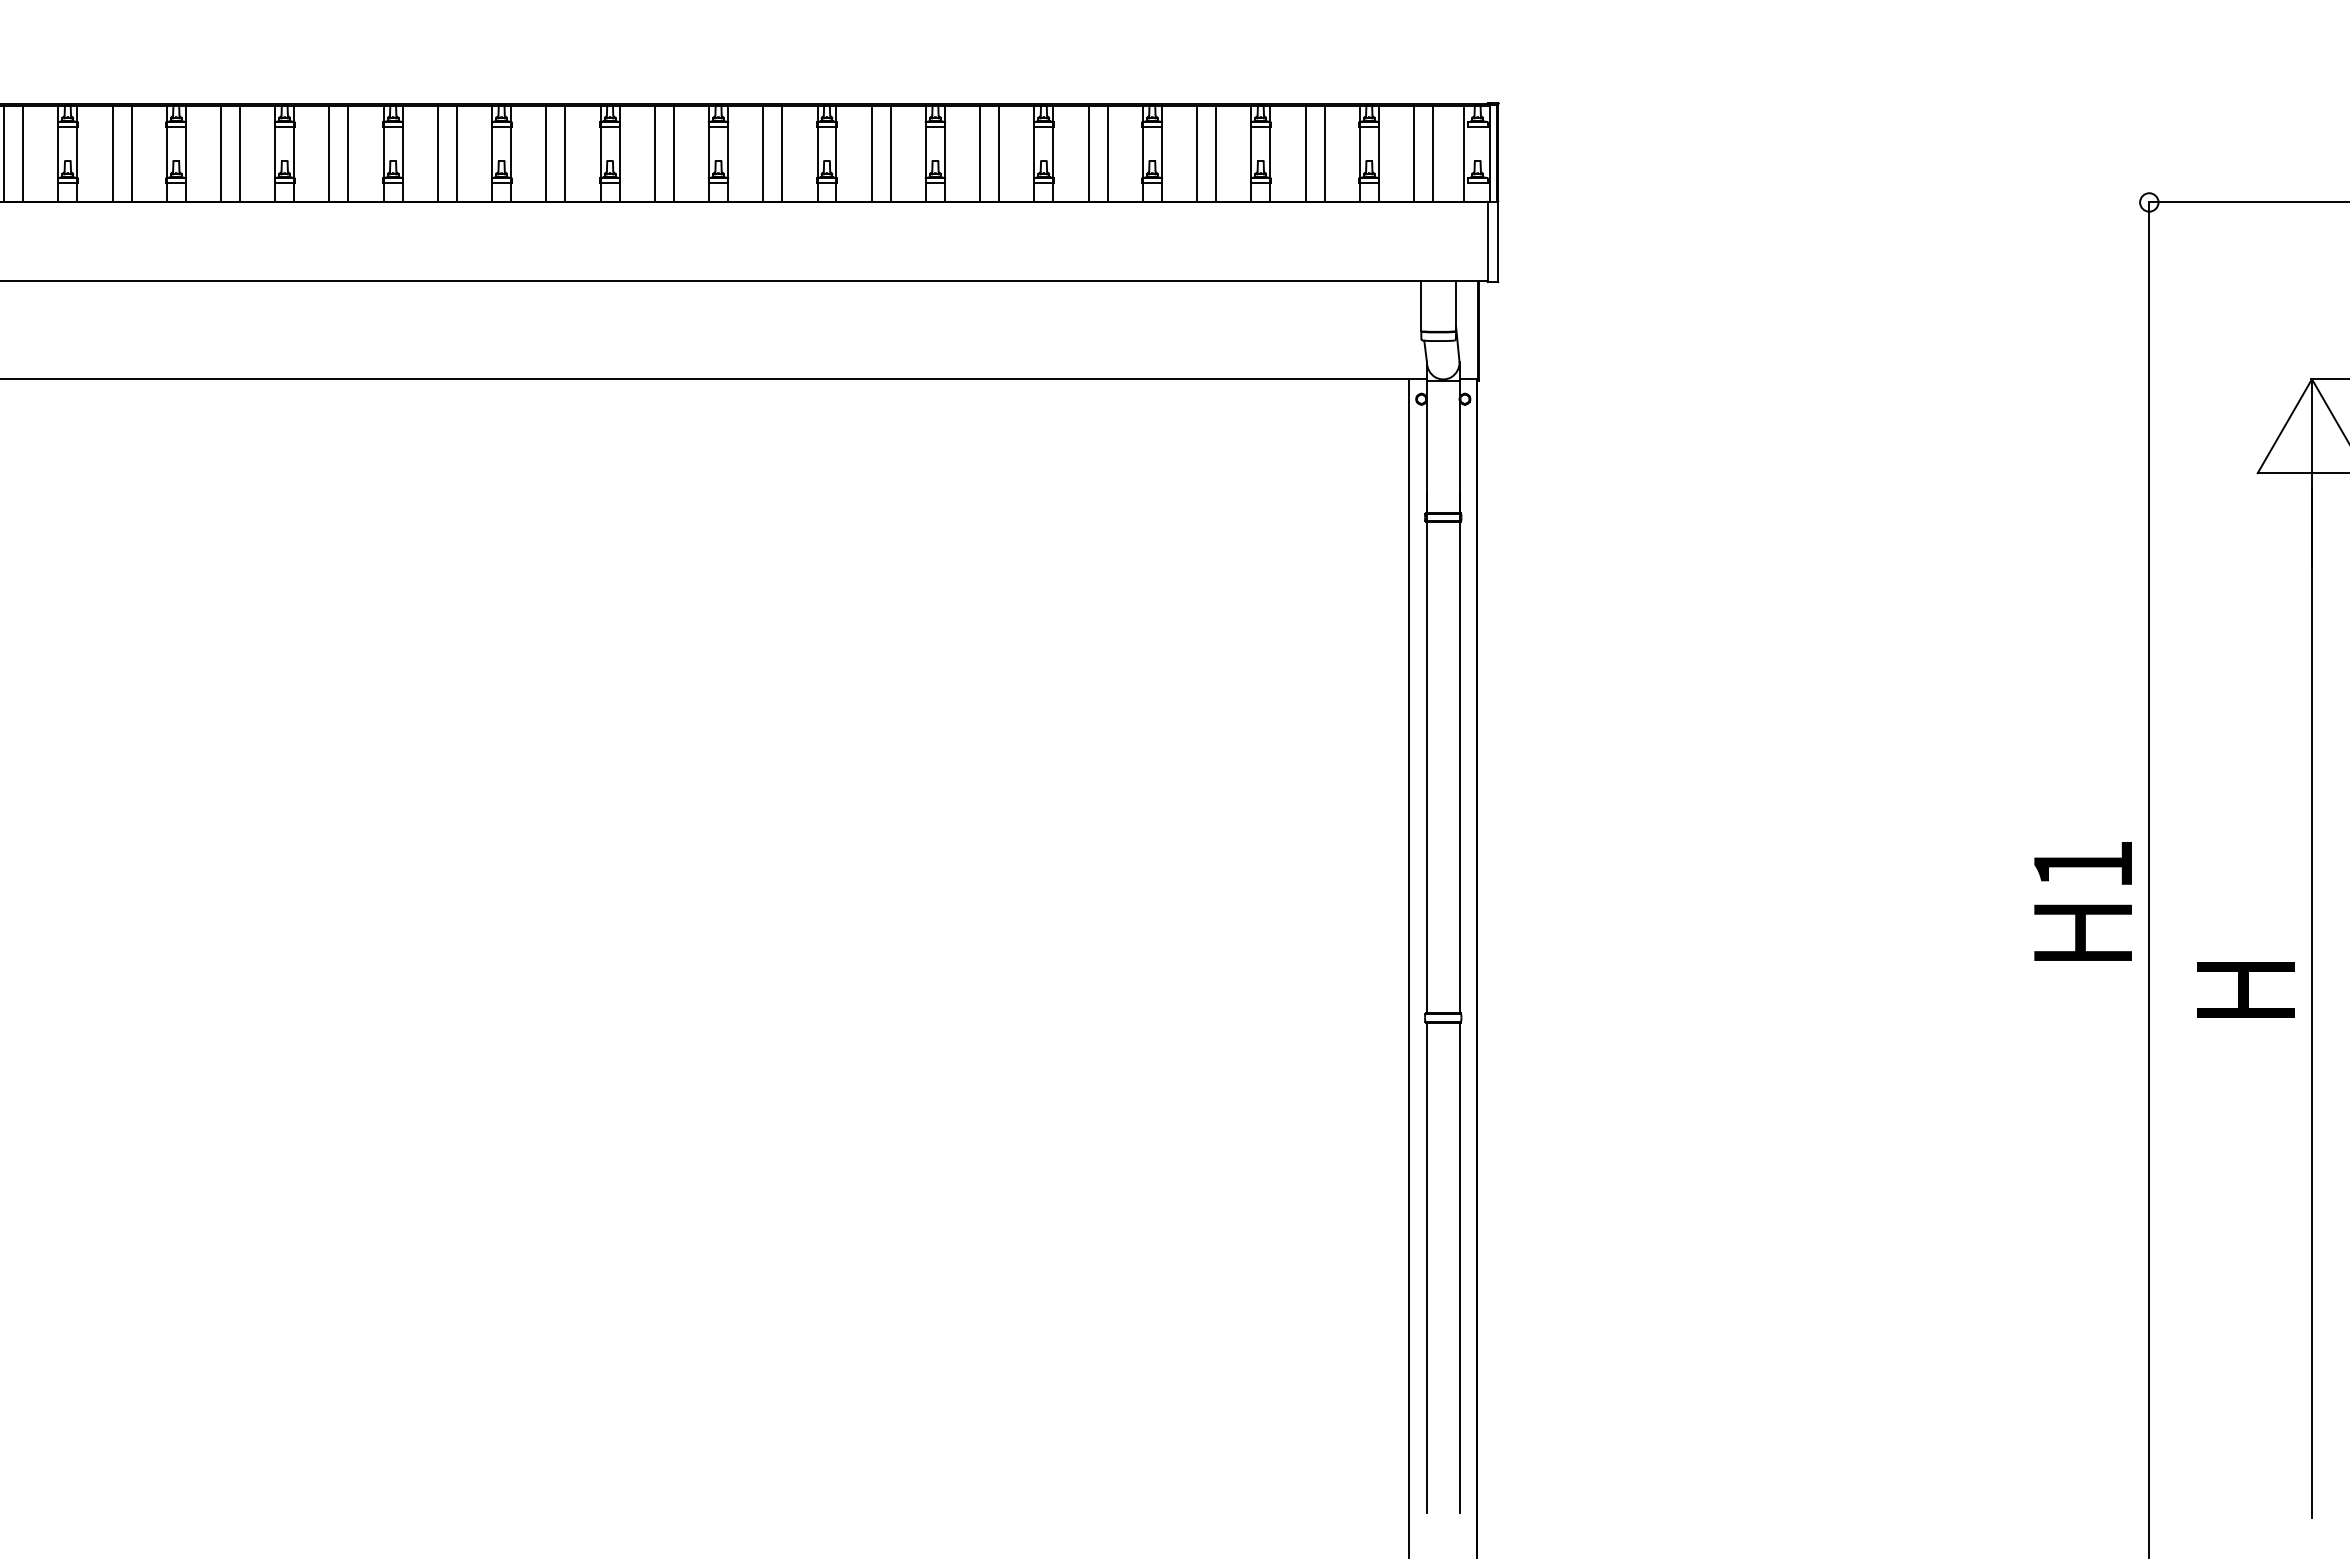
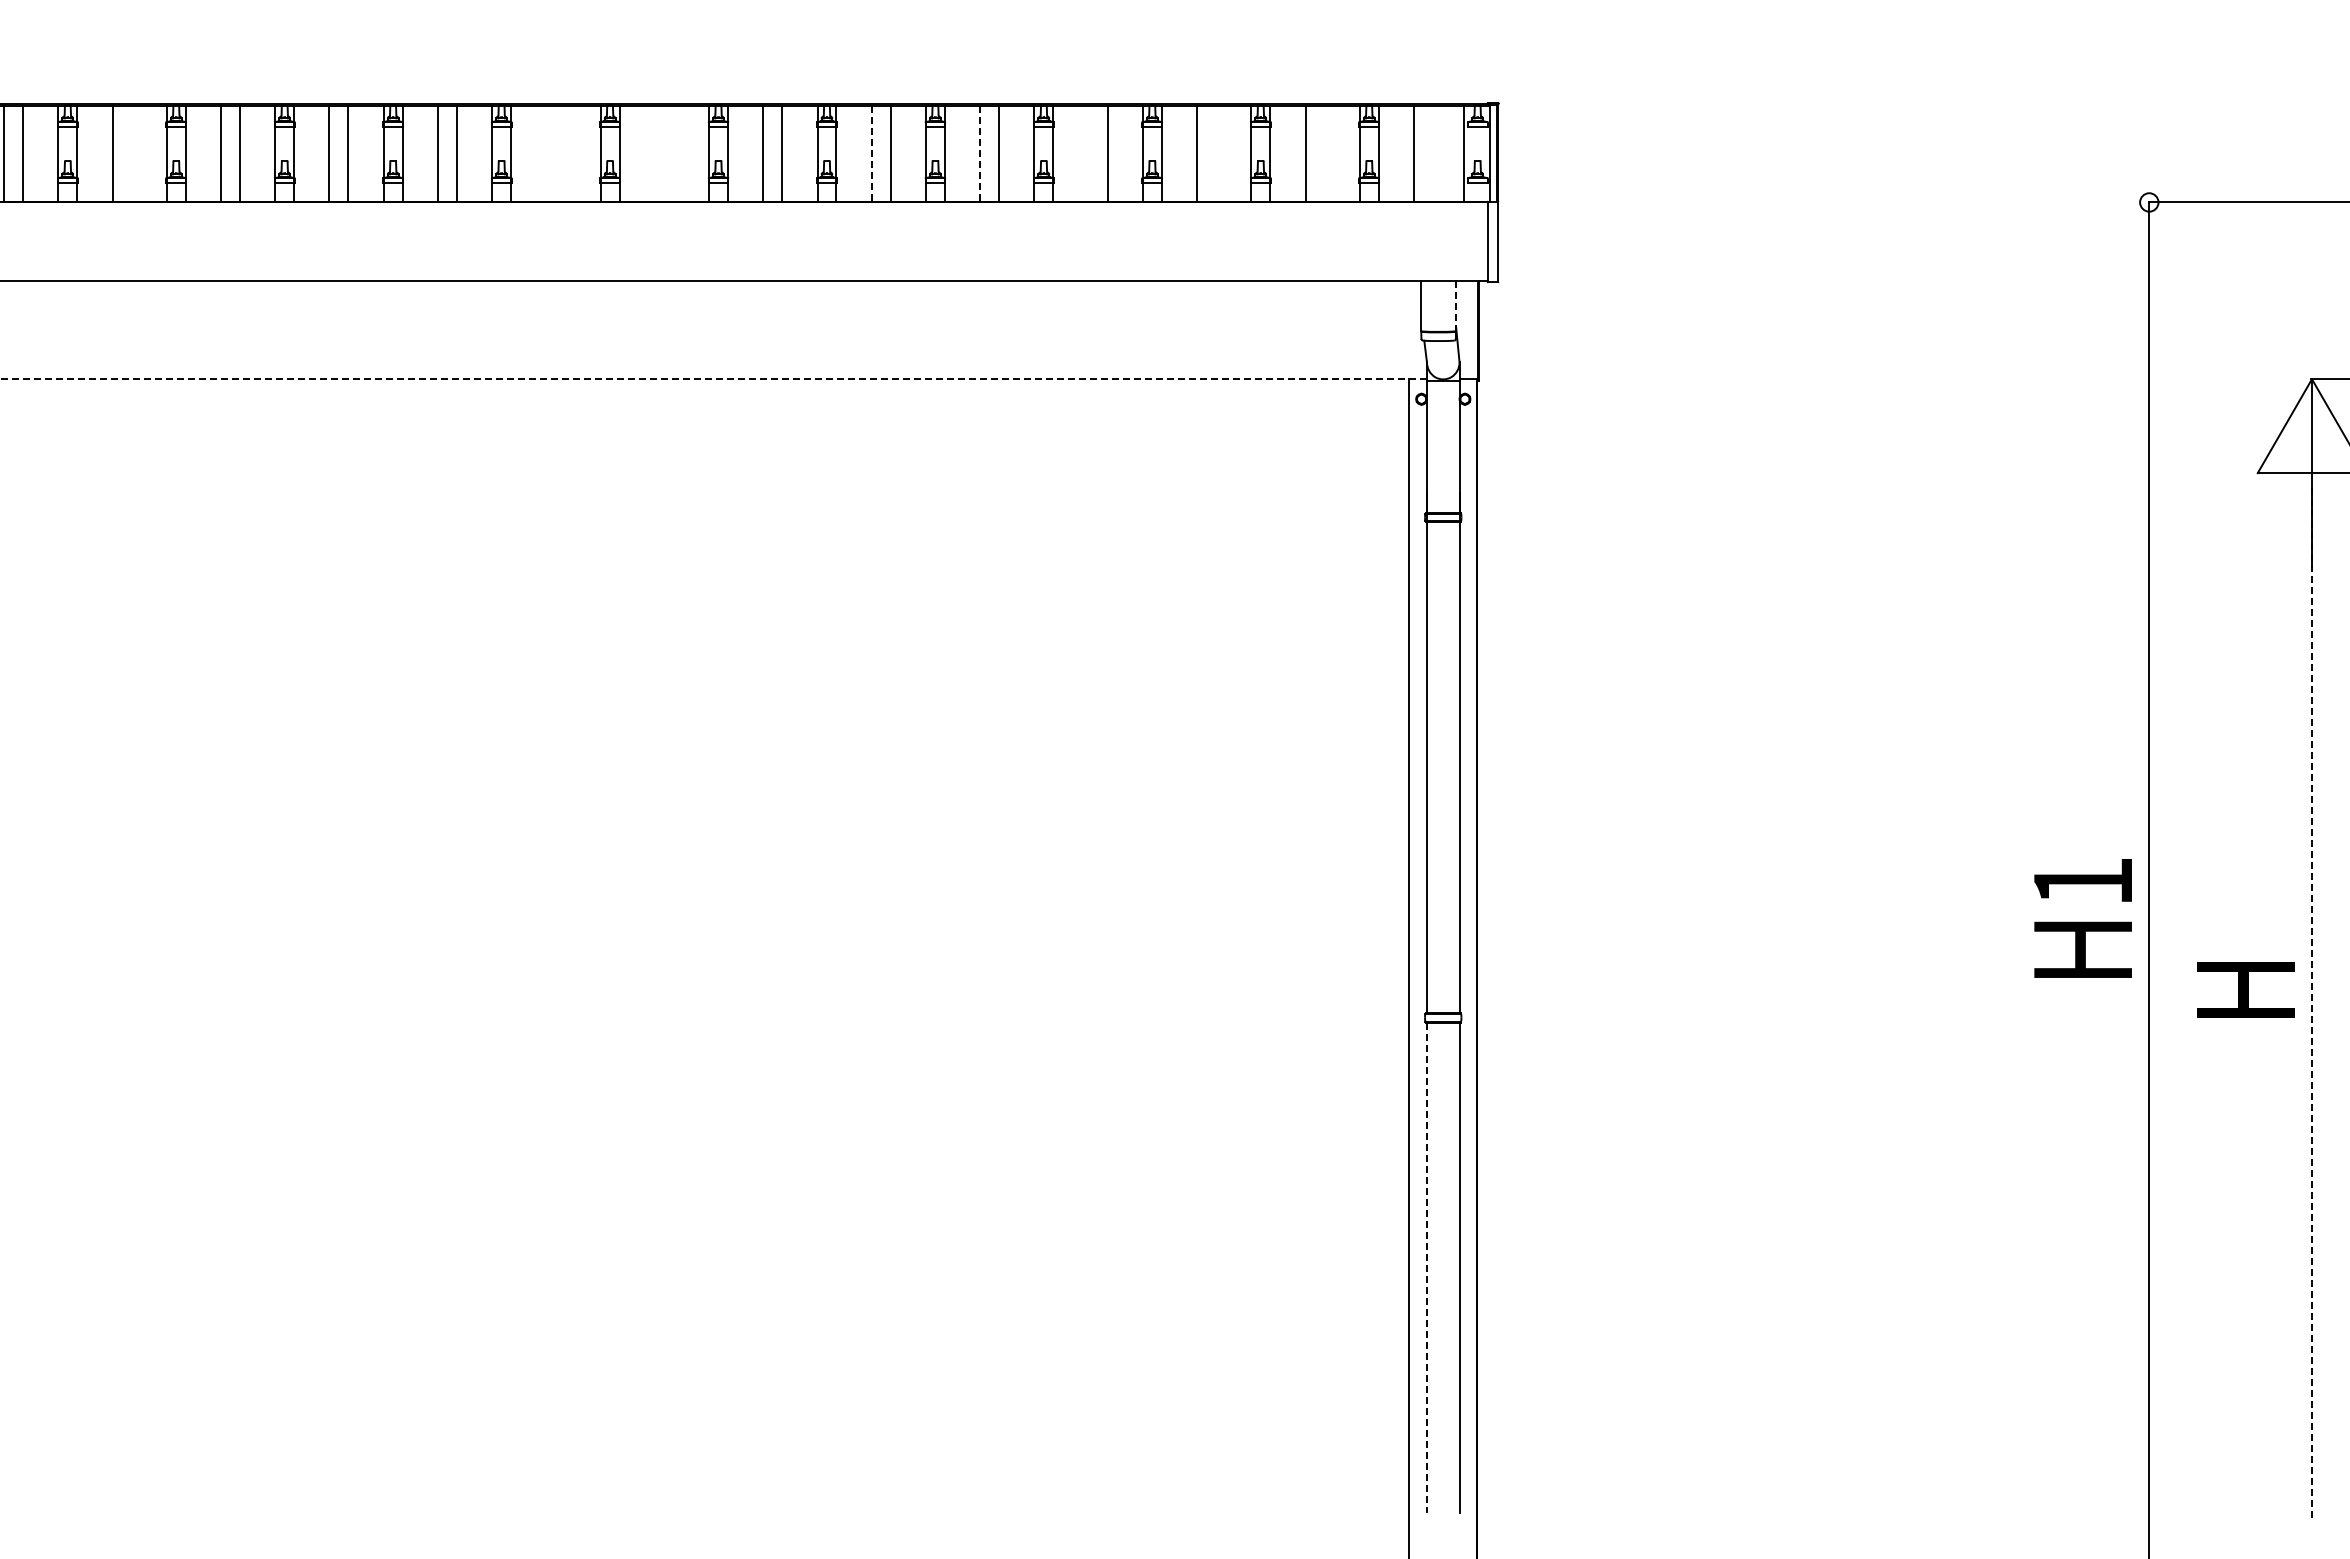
line at (131, 153): present -> none
line at (546, 153): present -> none
line at (565, 153): present -> none
line at (654, 153): present -> none
line at (673, 153): present -> none
line at (871, 153): solid -> dashed
line at (980, 153): solid -> dashed
line at (1088, 153): present -> none
line at (1216, 153): present -> none
line at (1324, 153): present -> none
line at (1432, 153): present -> none
line at (1456, 306): solid -> dashed
line at (713, 379): solid -> dashed
text at (2082, 901) position: (2082, 901) -> (2082, 918)
line at (2311, 1002): solid -> dashed
line at (1427, 1268): solid -> dashed
